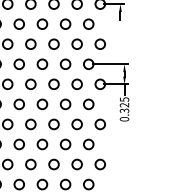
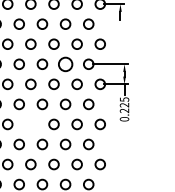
circle at (65, 63) size: 13x12 px -> 16x17 px
text at (125, 110): 0.325 -> 0.225
circle at (30, 124): present -> none
